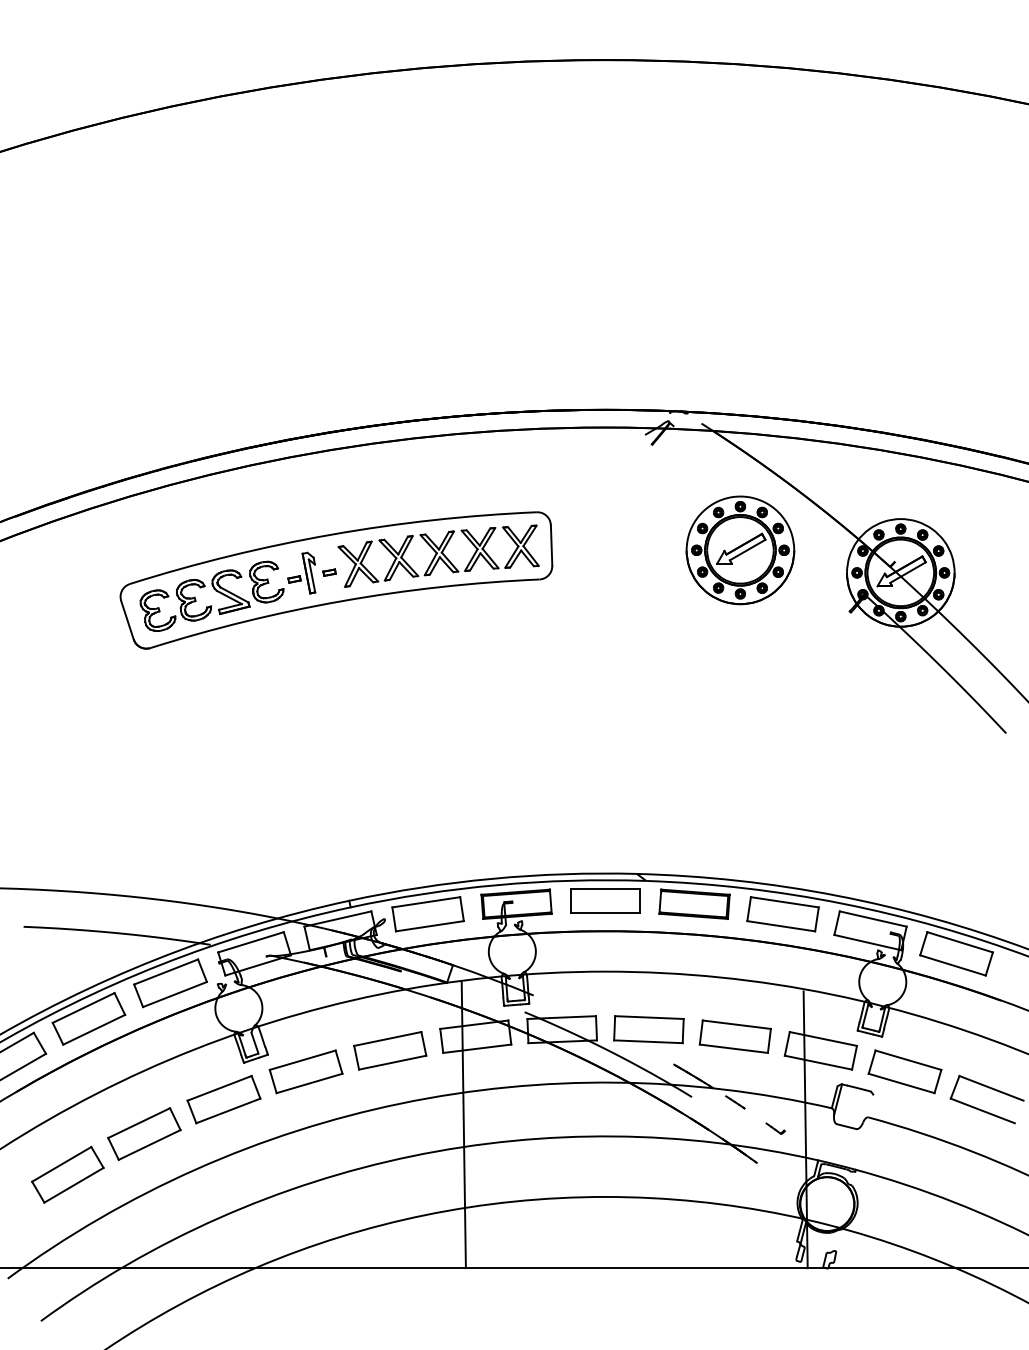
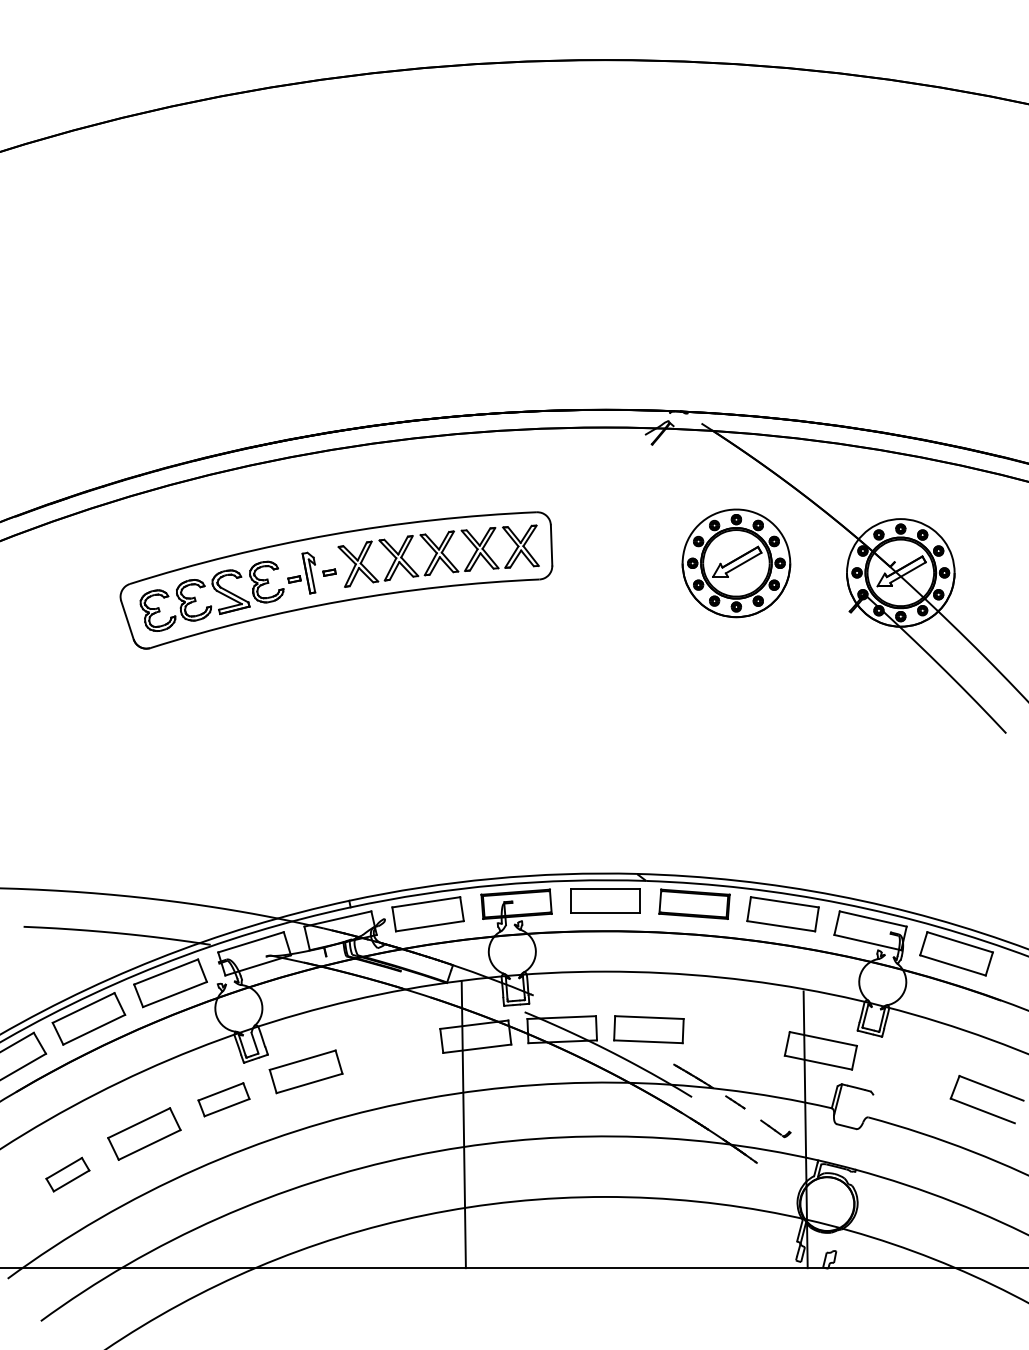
part at (740, 550) position: (740, 550) -> (736, 563)
part at (734, 1036): present -> none
part at (390, 1050): present -> none
part at (904, 1071): present -> none
part at (223, 1099) size: 76x50 px -> 54x36 px
part at (775, 1128) size: 21x13 px -> 32x20 px
part at (67, 1174) size: 74x59 px -> 46x37 px
